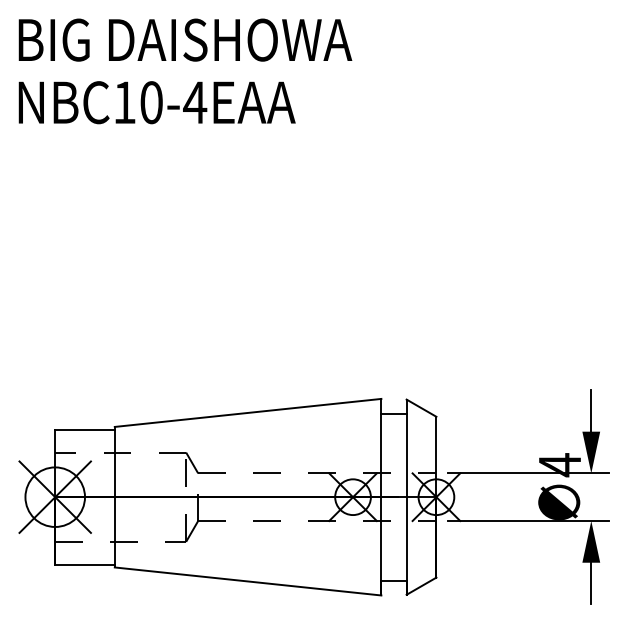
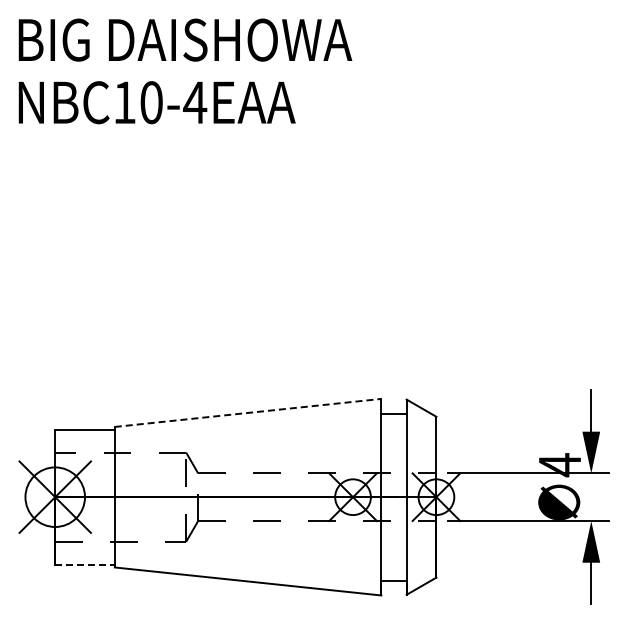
line at (248, 412): solid -> dashed
line at (85, 564): solid -> dashed
